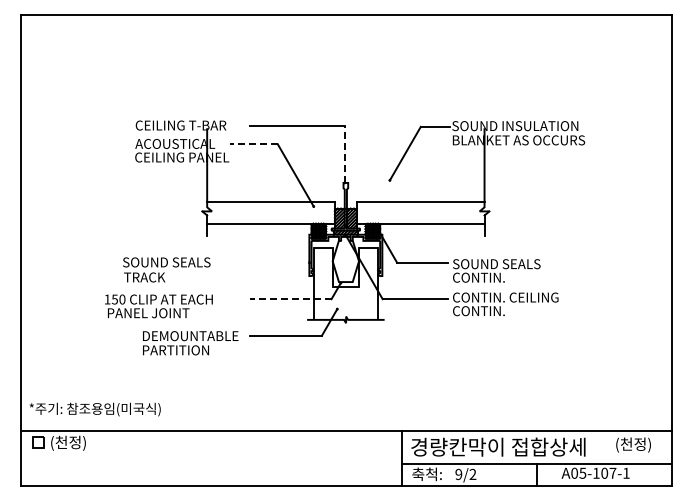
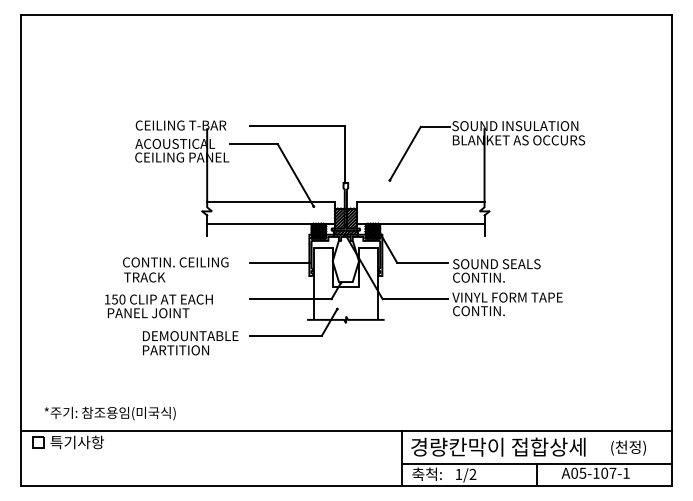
line at (253, 144): dashed -> solid
line at (344, 154): dashed -> solid
text at (175, 262): SOUND SEALS -> CONTIN. CEILING
line at (279, 262): none -> present
text at (507, 297): CONTIN. CEILING -> VINYL FORM TAPE
line at (290, 299): dashed -> solid
text at (94, 409) position: (94, 409) -> (109, 413)
text at (77, 442): (천정) -> 특기사항
text at (633, 444) position: (633, 444) -> (628, 447)
text at (458, 474): 9/2 -> 1/2
